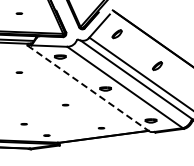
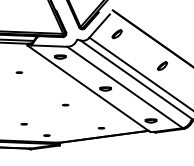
part at (19, 13): present -> none
part at (157, 65) position: (157, 65) -> (162, 65)
line at (88, 88): dashed -> solid
